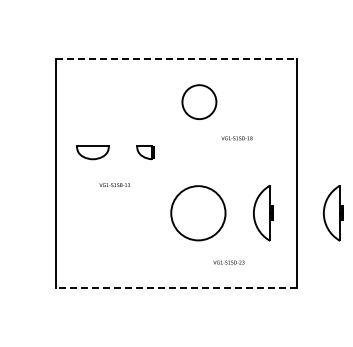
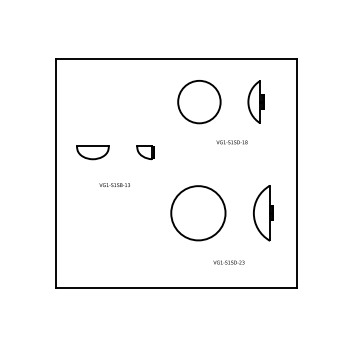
line at (176, 58): dashed -> solid
part at (199, 101) size: 37x36 px -> 45x45 px
part at (255, 101): none -> present
text at (236, 138) position: (236, 138) -> (231, 142)
part at (333, 213): present -> none
line at (176, 288): dashed -> solid
